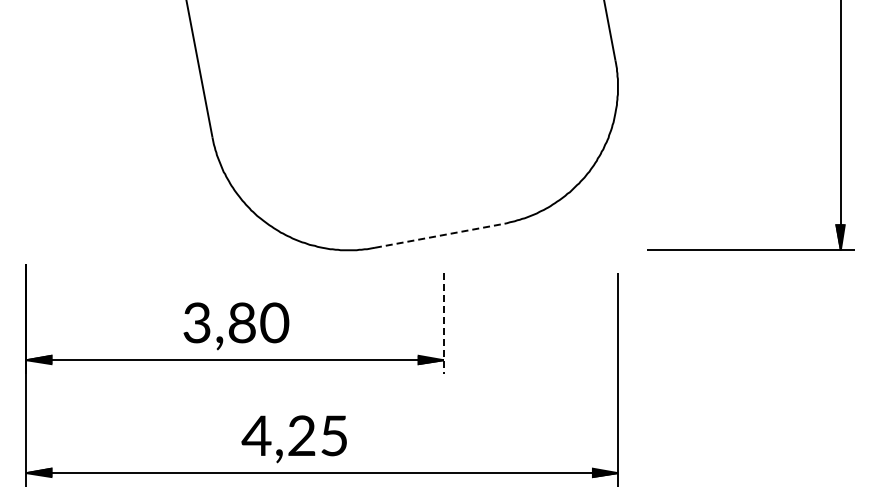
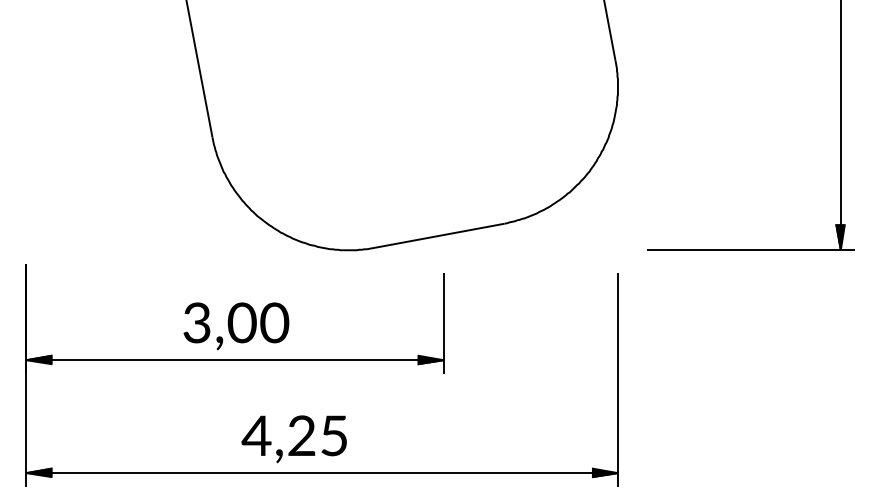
line at (439, 235): dashed -> solid
text at (241, 323): 3,80 -> 3,00
line at (443, 324): dashed -> solid
